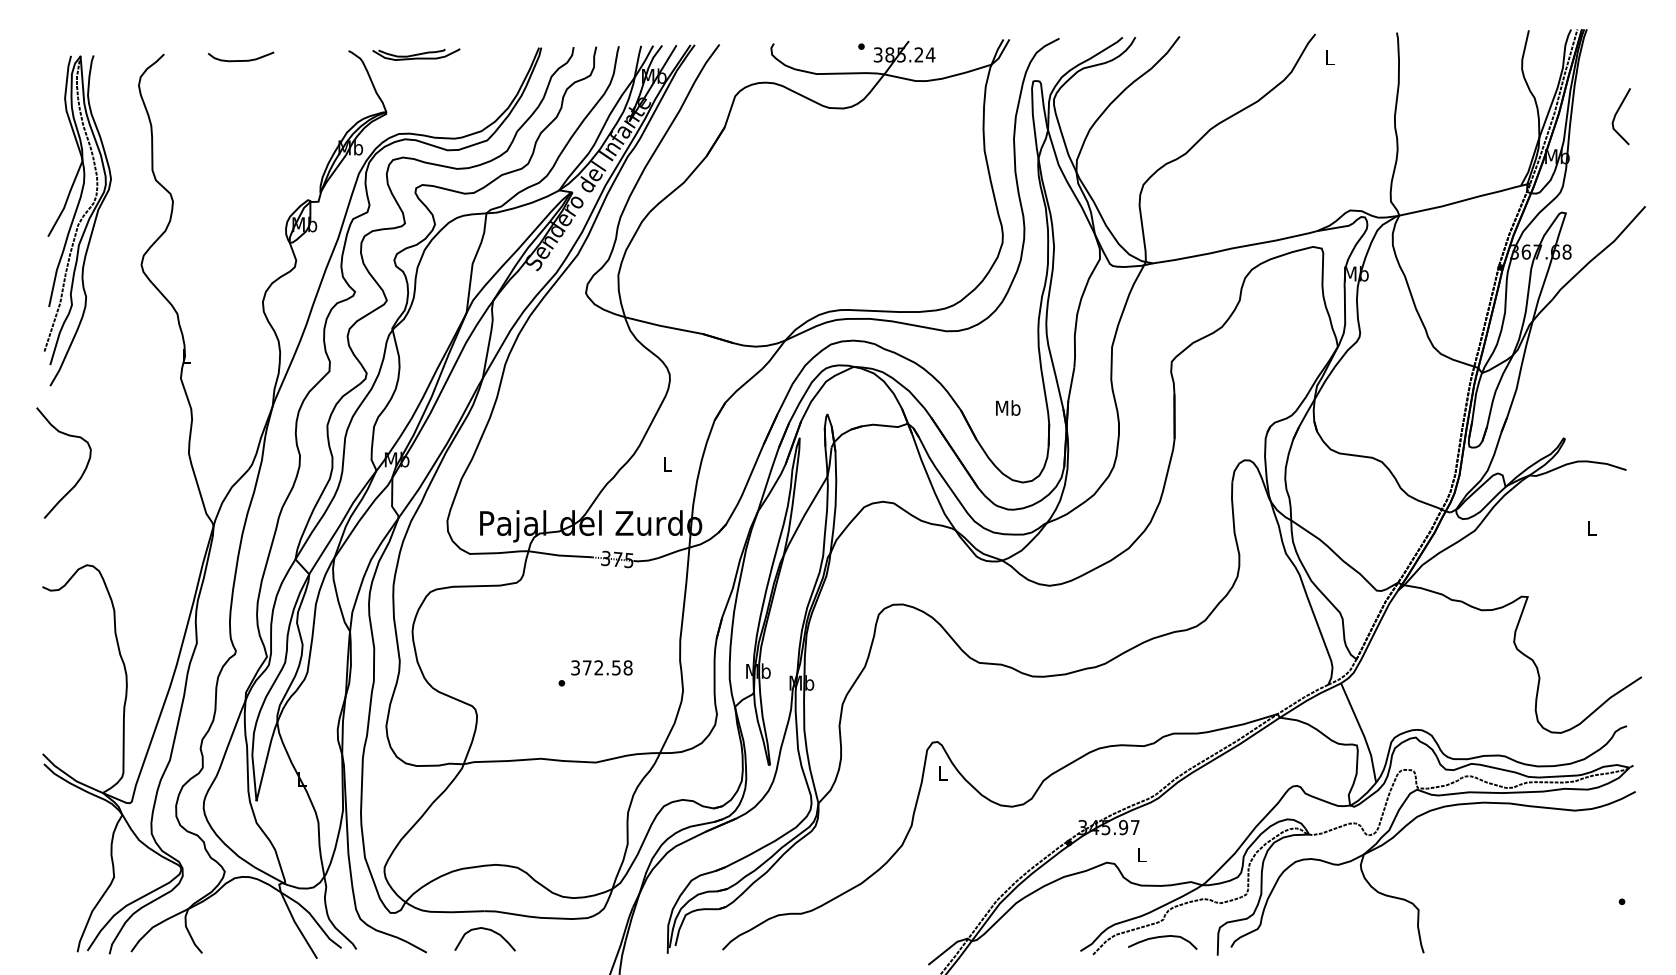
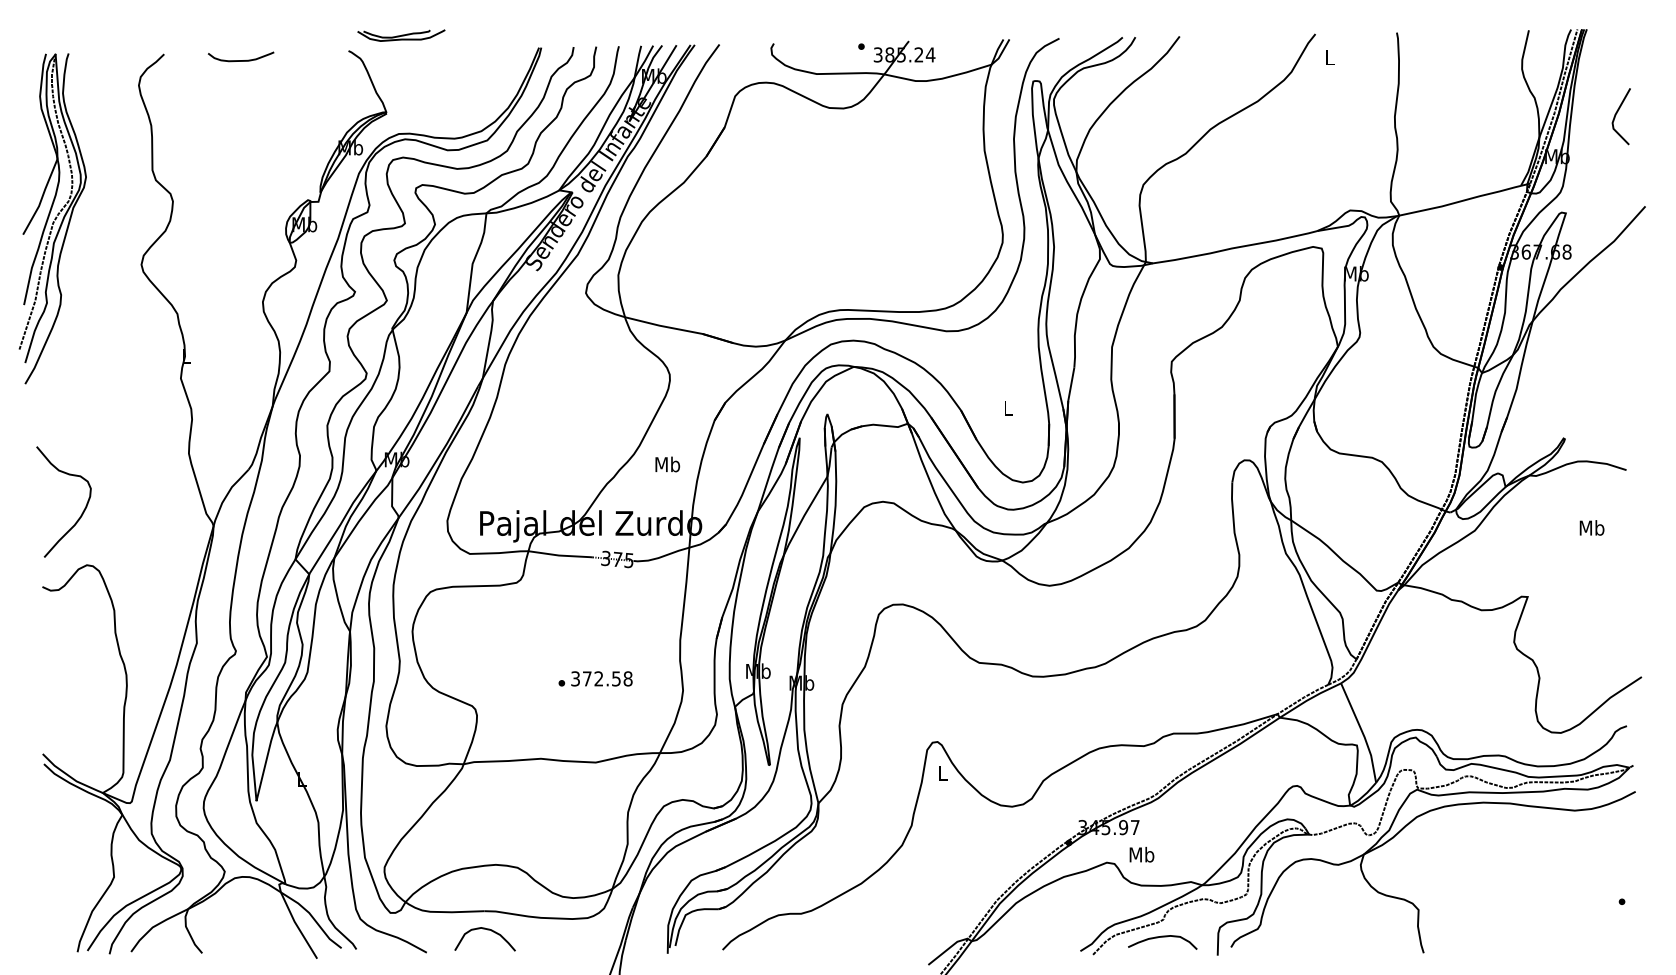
part at (416, 54) position: (416, 54) -> (401, 35)
part at (77, 220) position: (77, 220) -> (52, 218)
text at (1008, 407): Mb -> L
text at (667, 464): L -> Mb
curve at (82, 472) position: (82, 472) -> (82, 511)
text at (1591, 527): L -> Mb
text at (601, 667) position: (601, 667) -> (601, 678)
text at (1141, 854): L -> Mb
